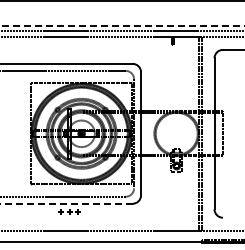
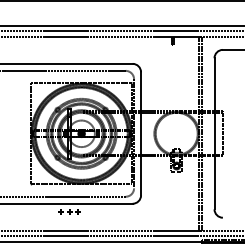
line at (123, 26): dashed -> solid
line at (65, 203): dashed -> solid
line at (121, 236): none -> present
